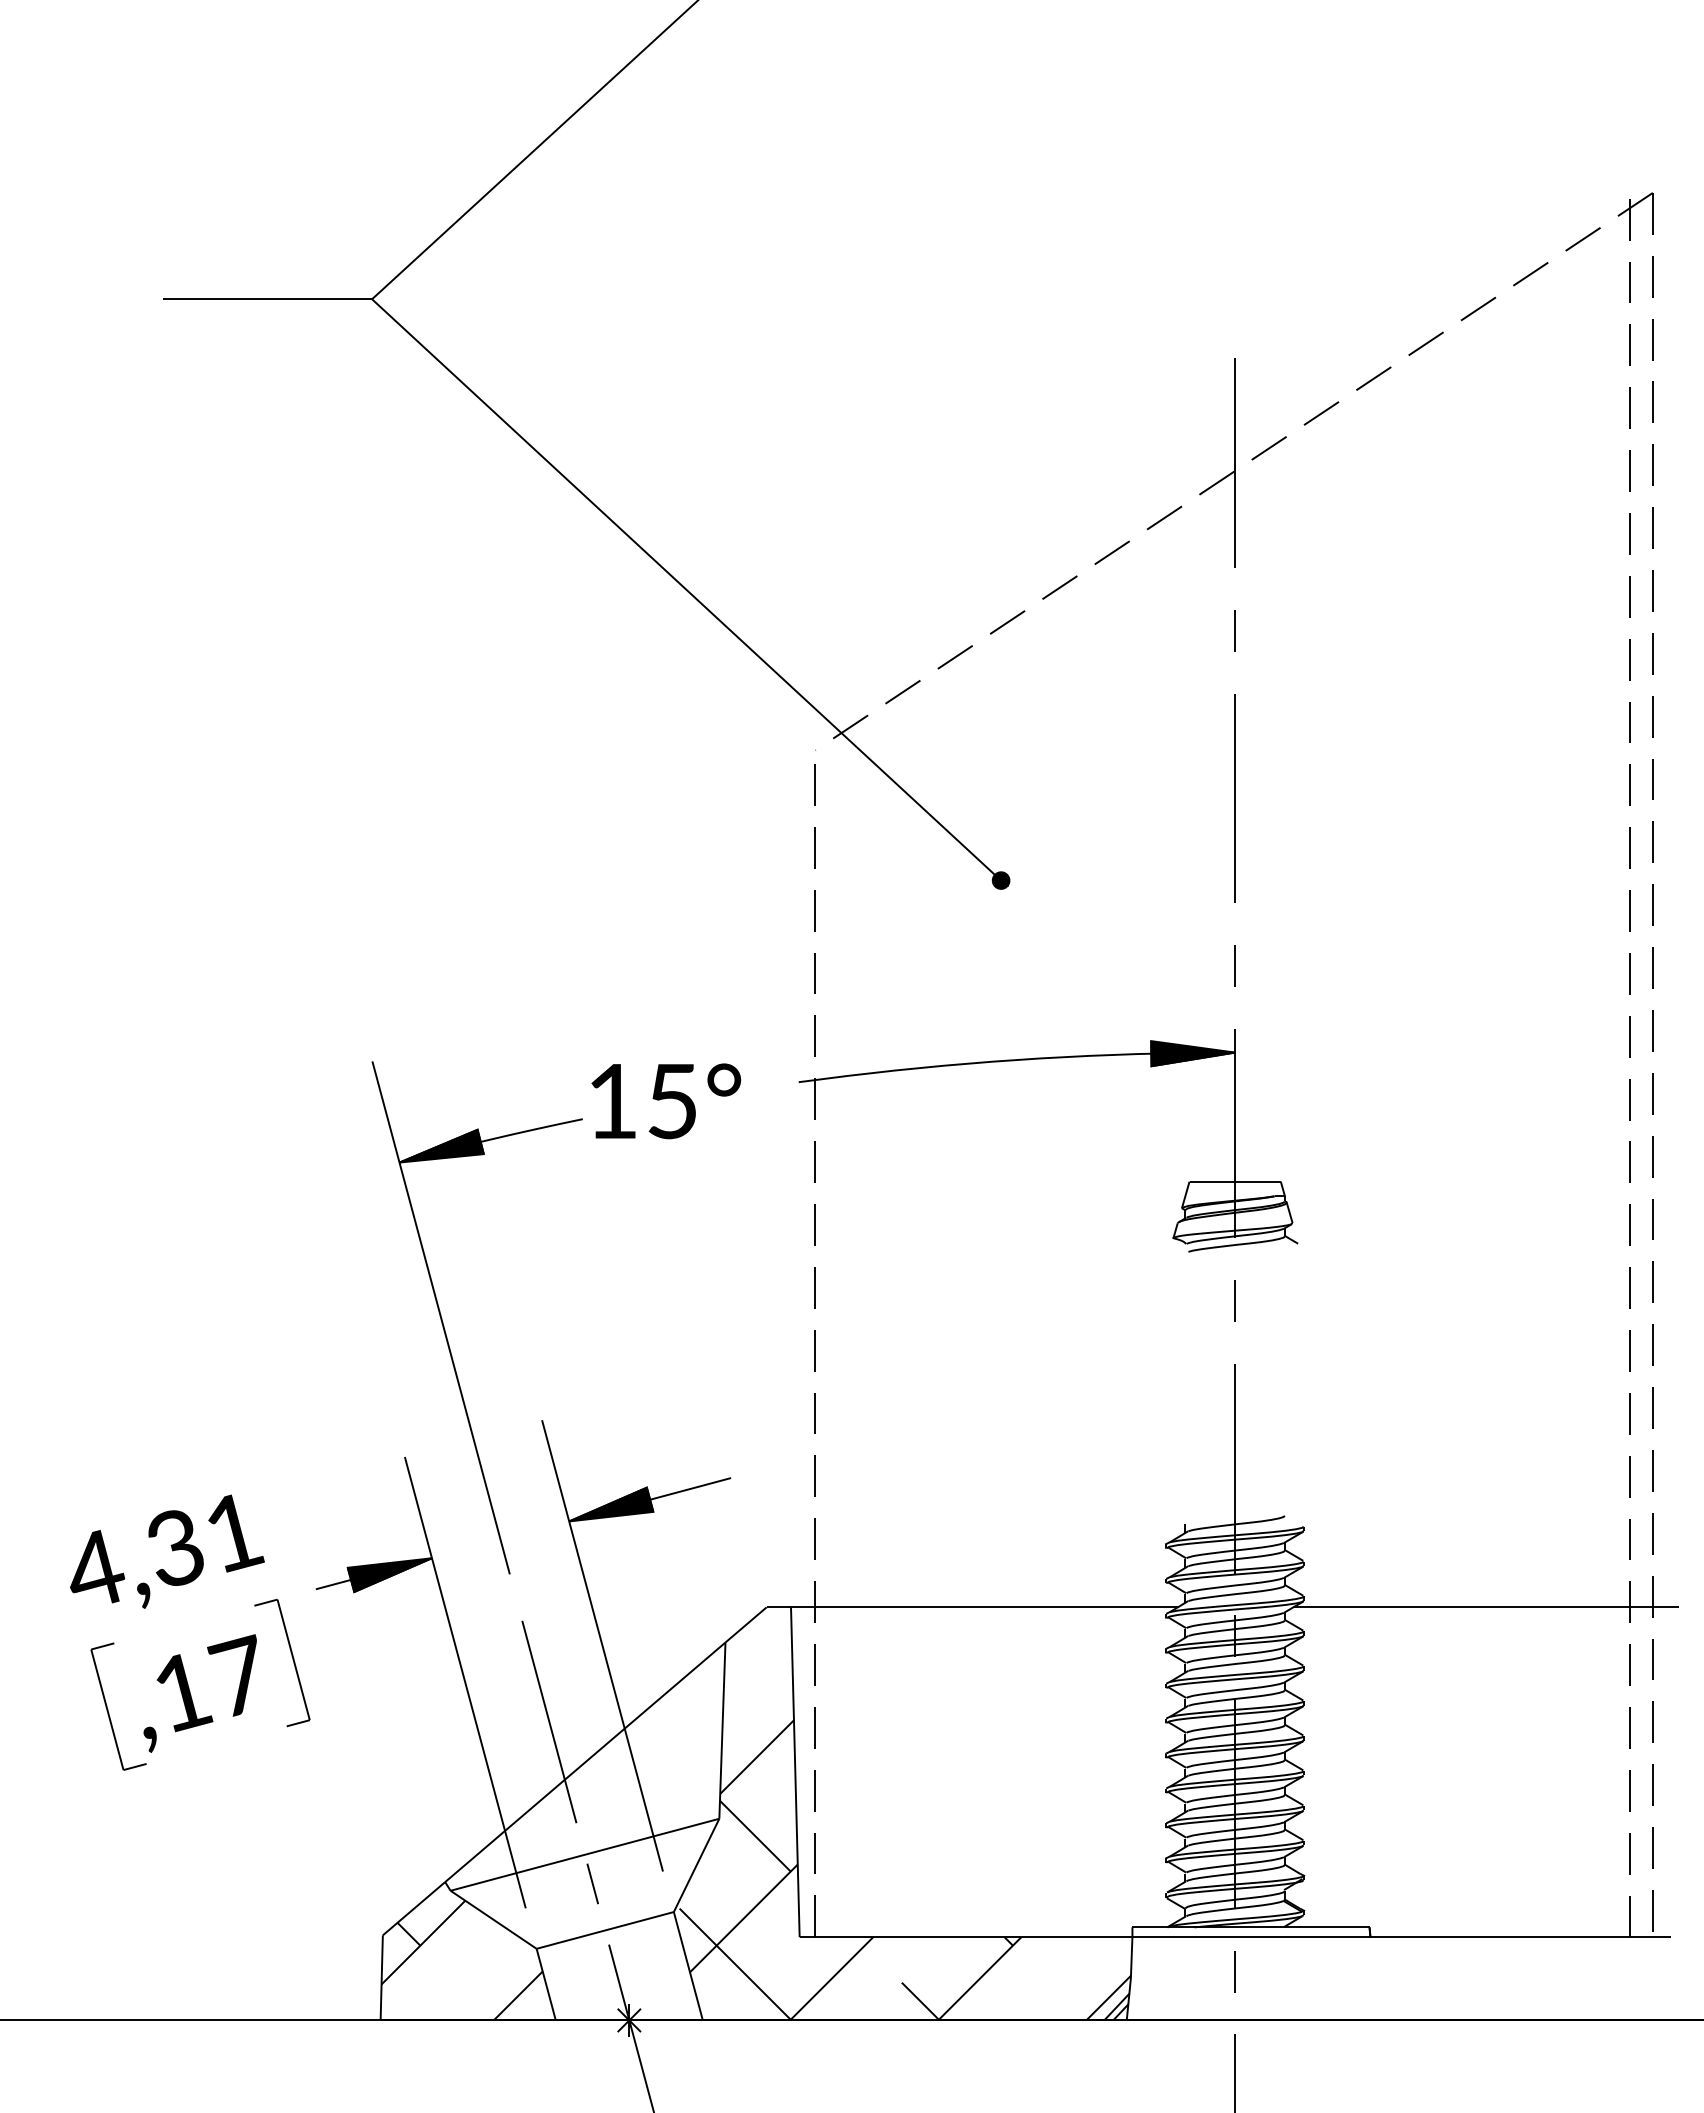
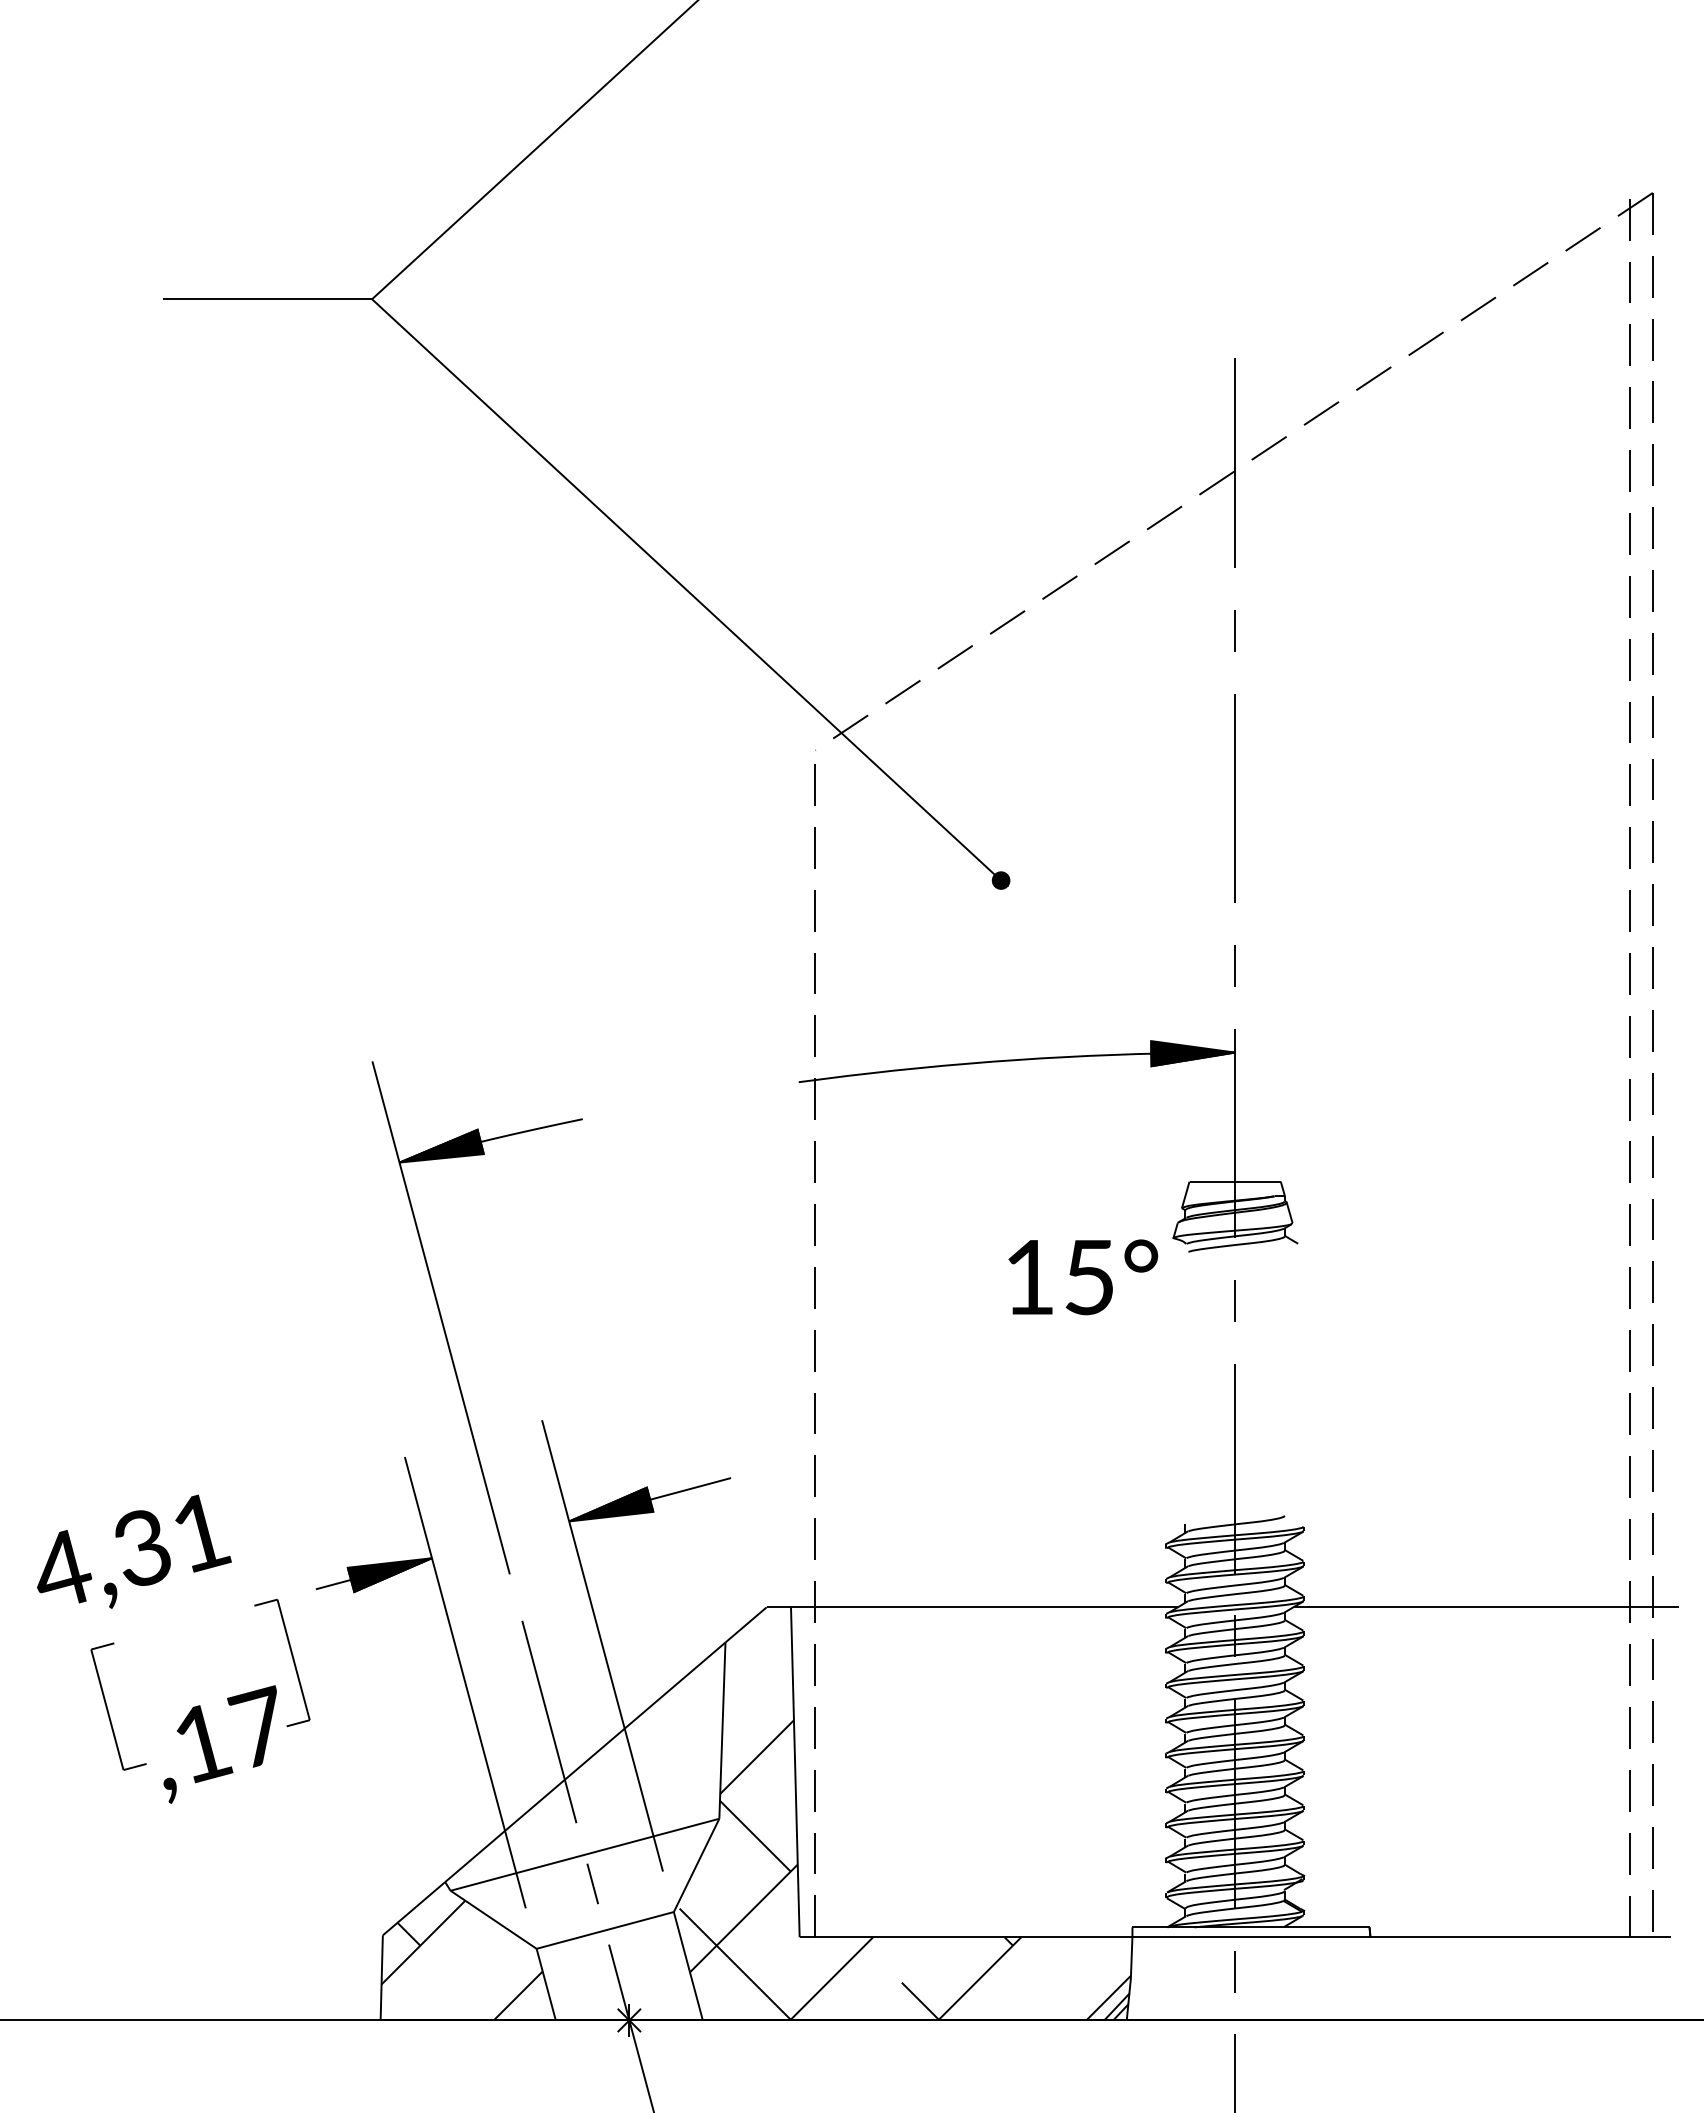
text at (666, 1101) position: (666, 1101) -> (1083, 1277)
text at (167, 1551) position: (167, 1551) -> (134, 1551)
text at (199, 1693) position: (199, 1693) -> (219, 1744)
